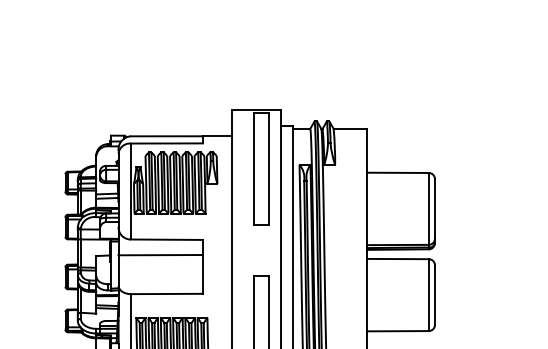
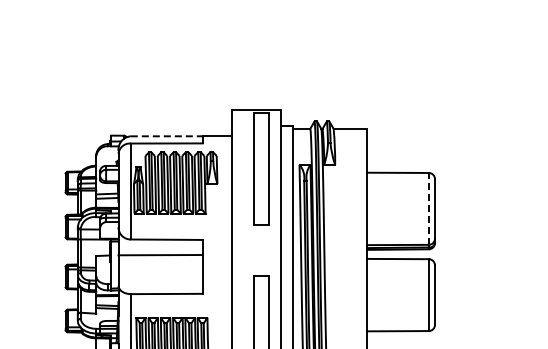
line at (167, 136): solid -> dashed
line at (428, 208): solid -> dashed
